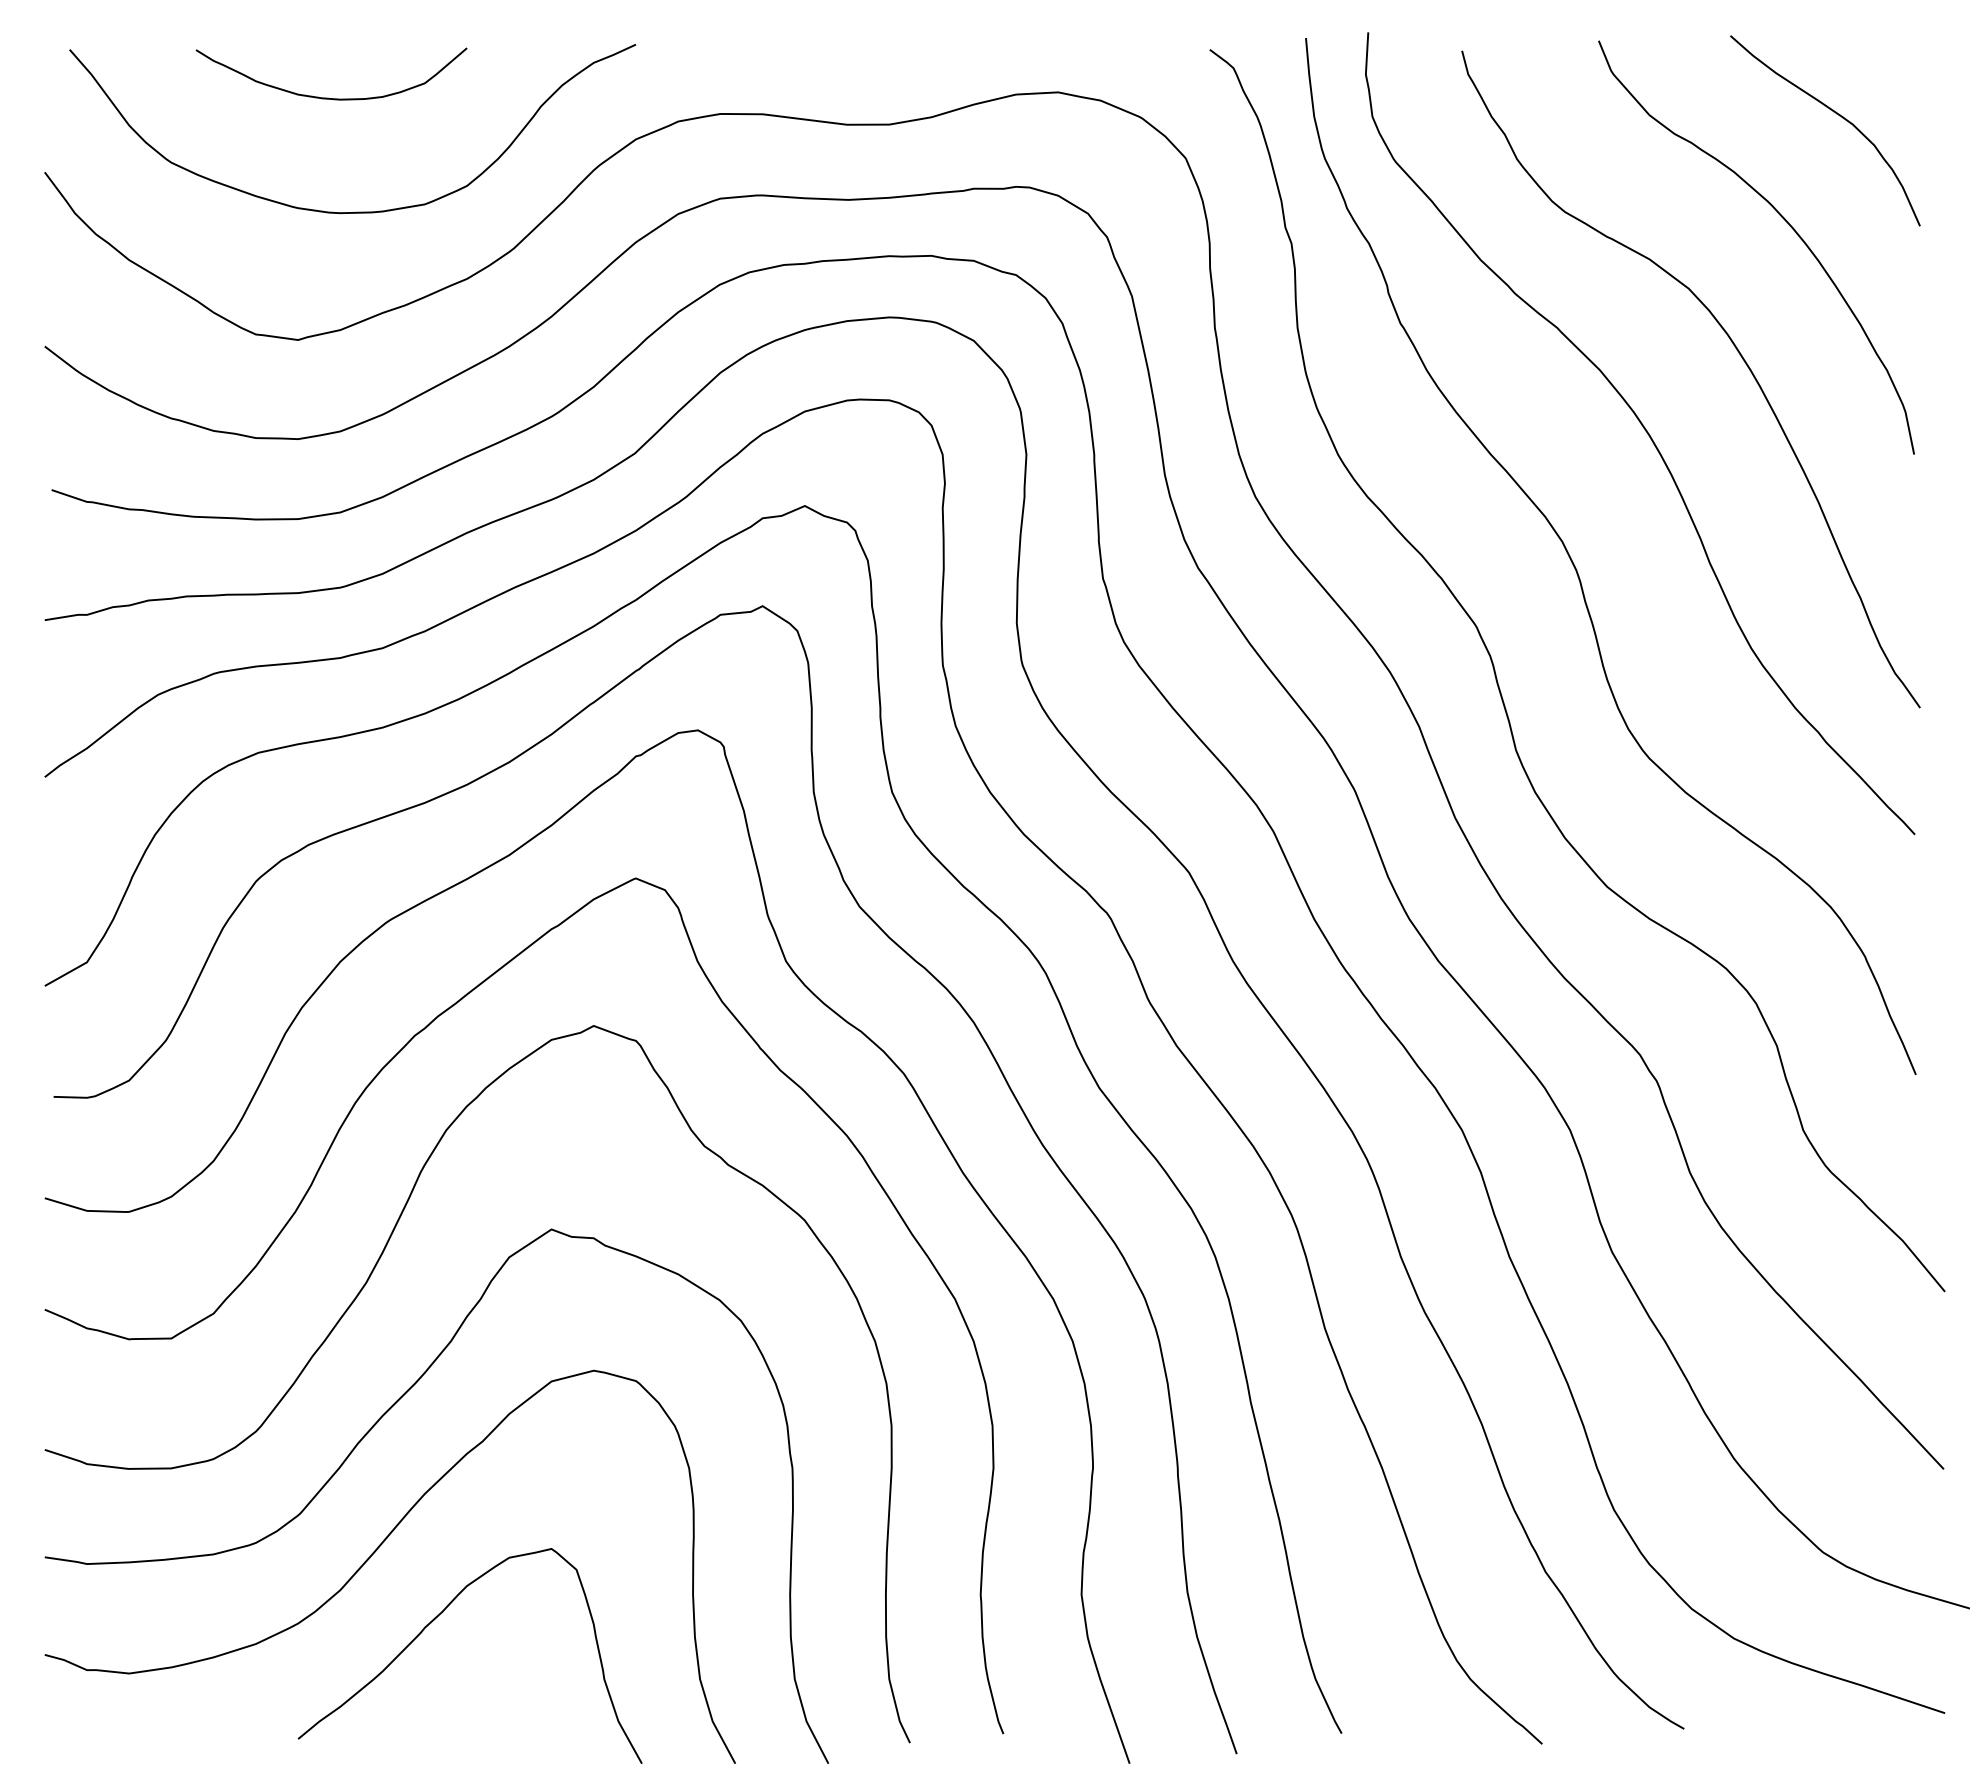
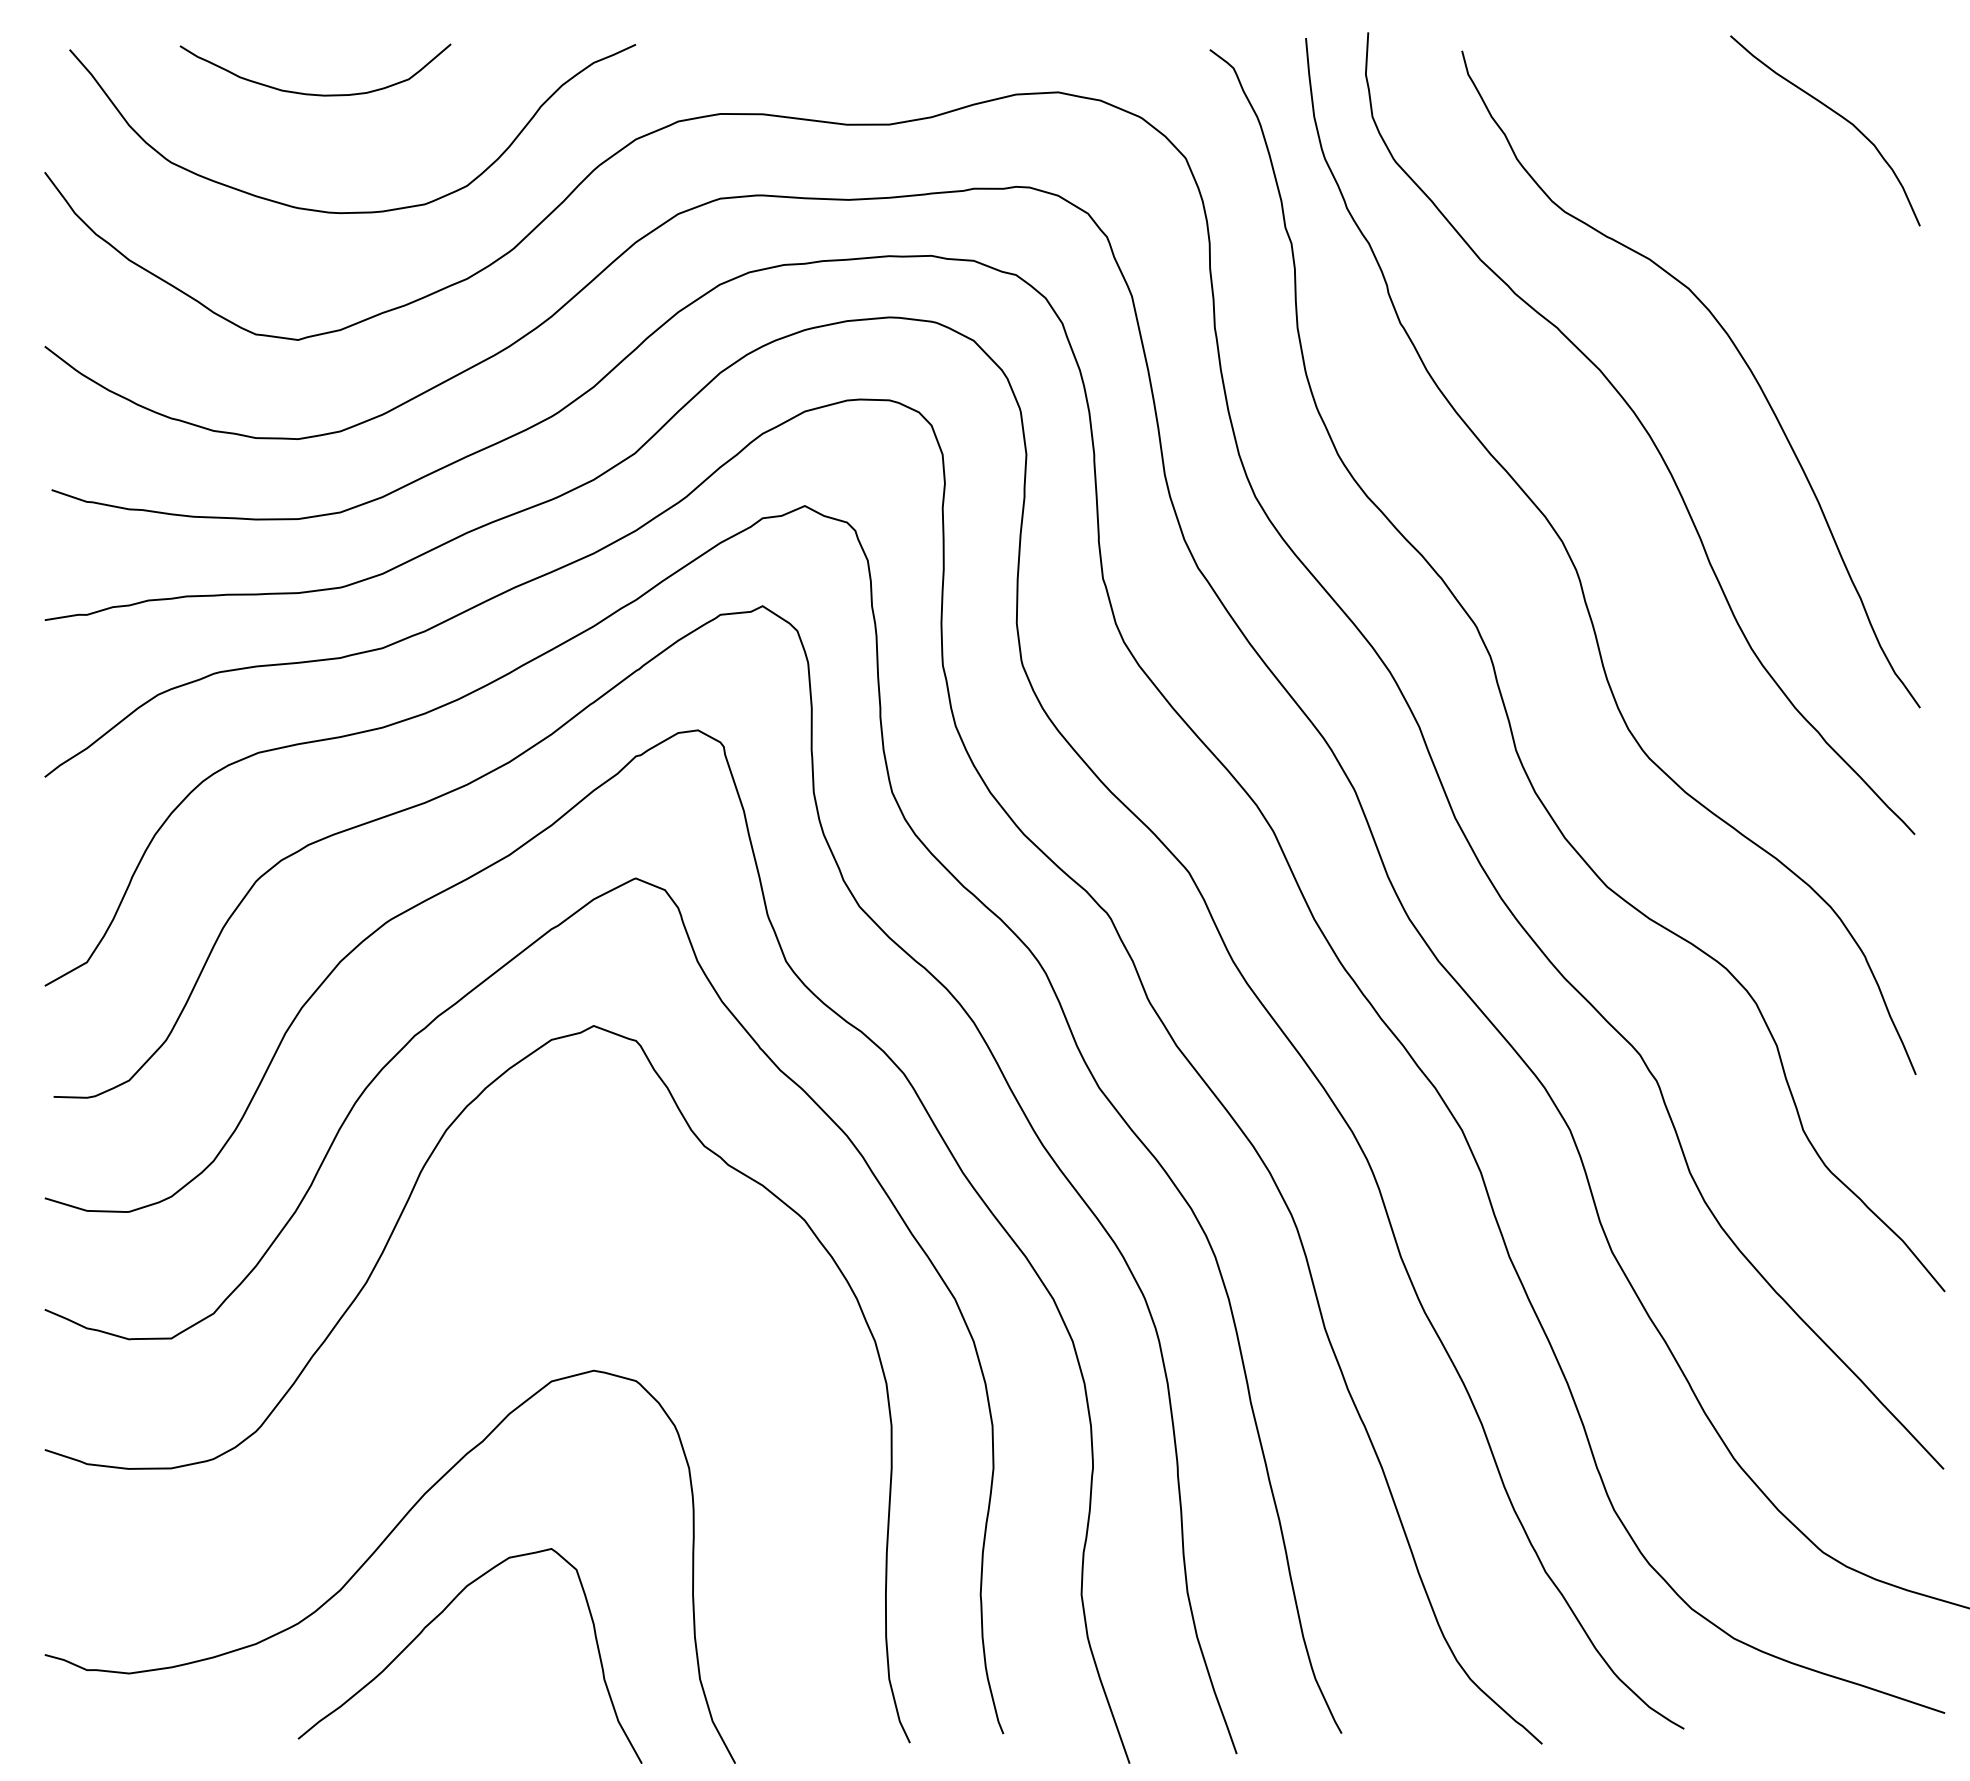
curve at (328, 97) position: (328, 97) -> (312, 93)
curve at (1783, 219): present -> none
curve at (369, 1432): present -> none
